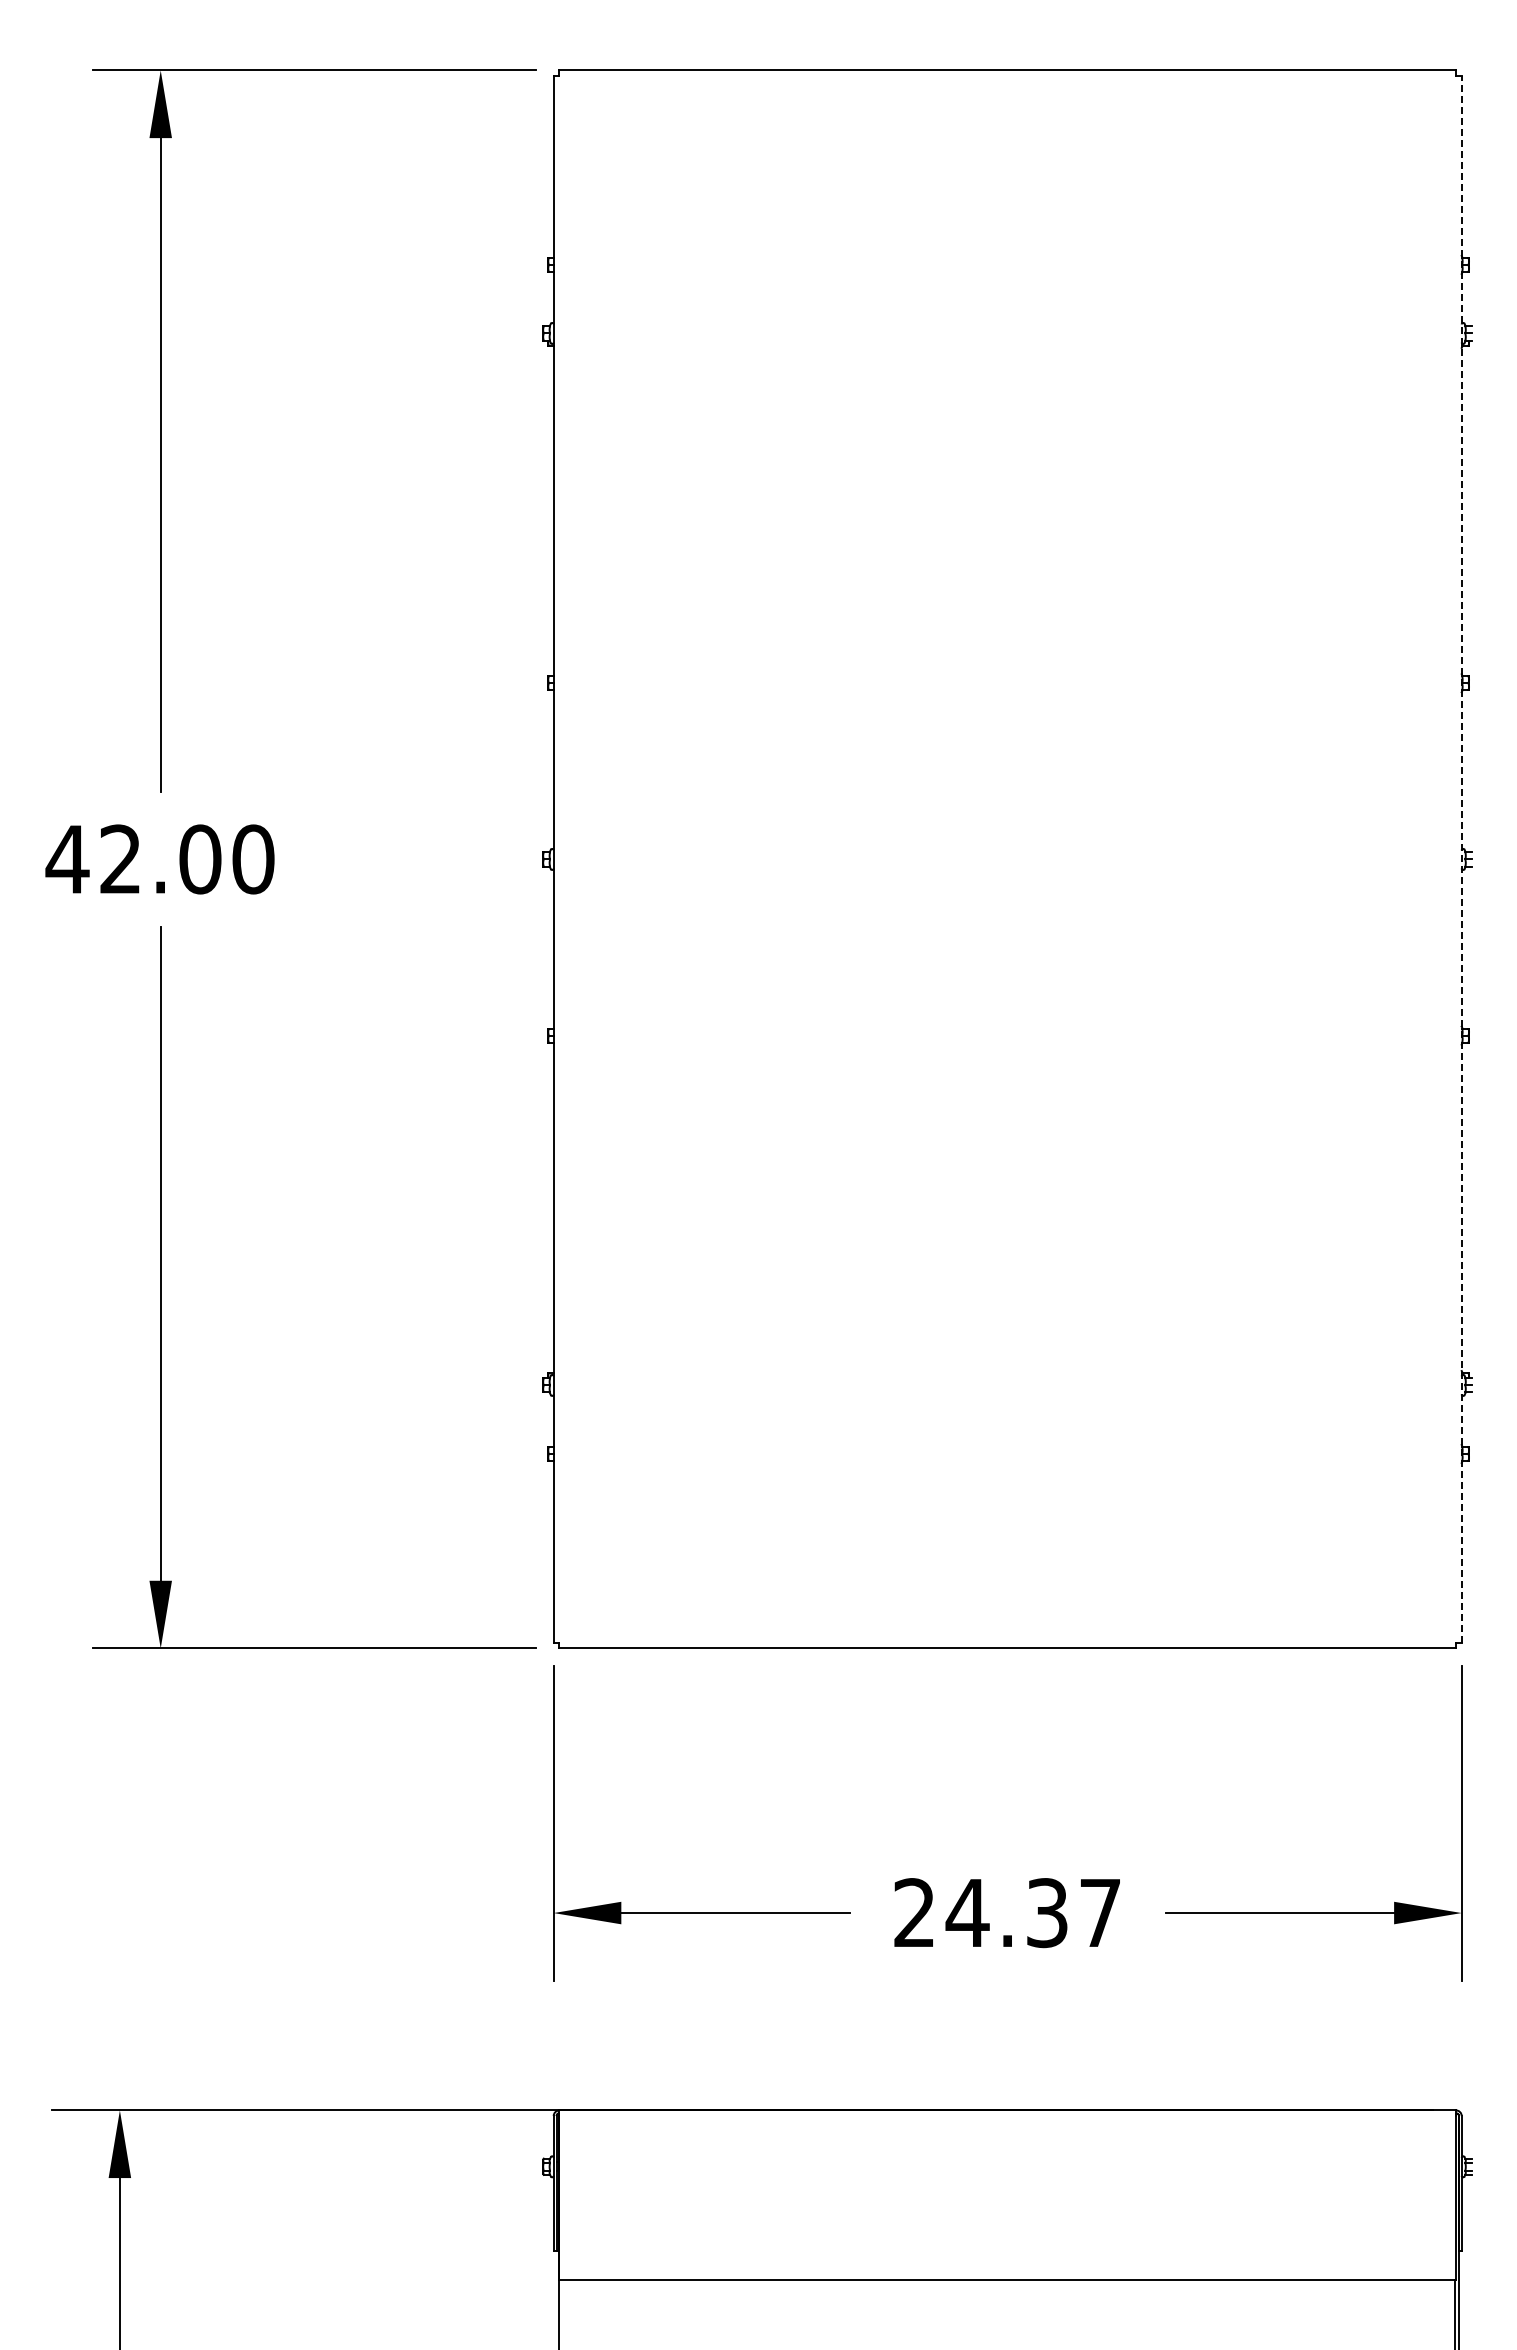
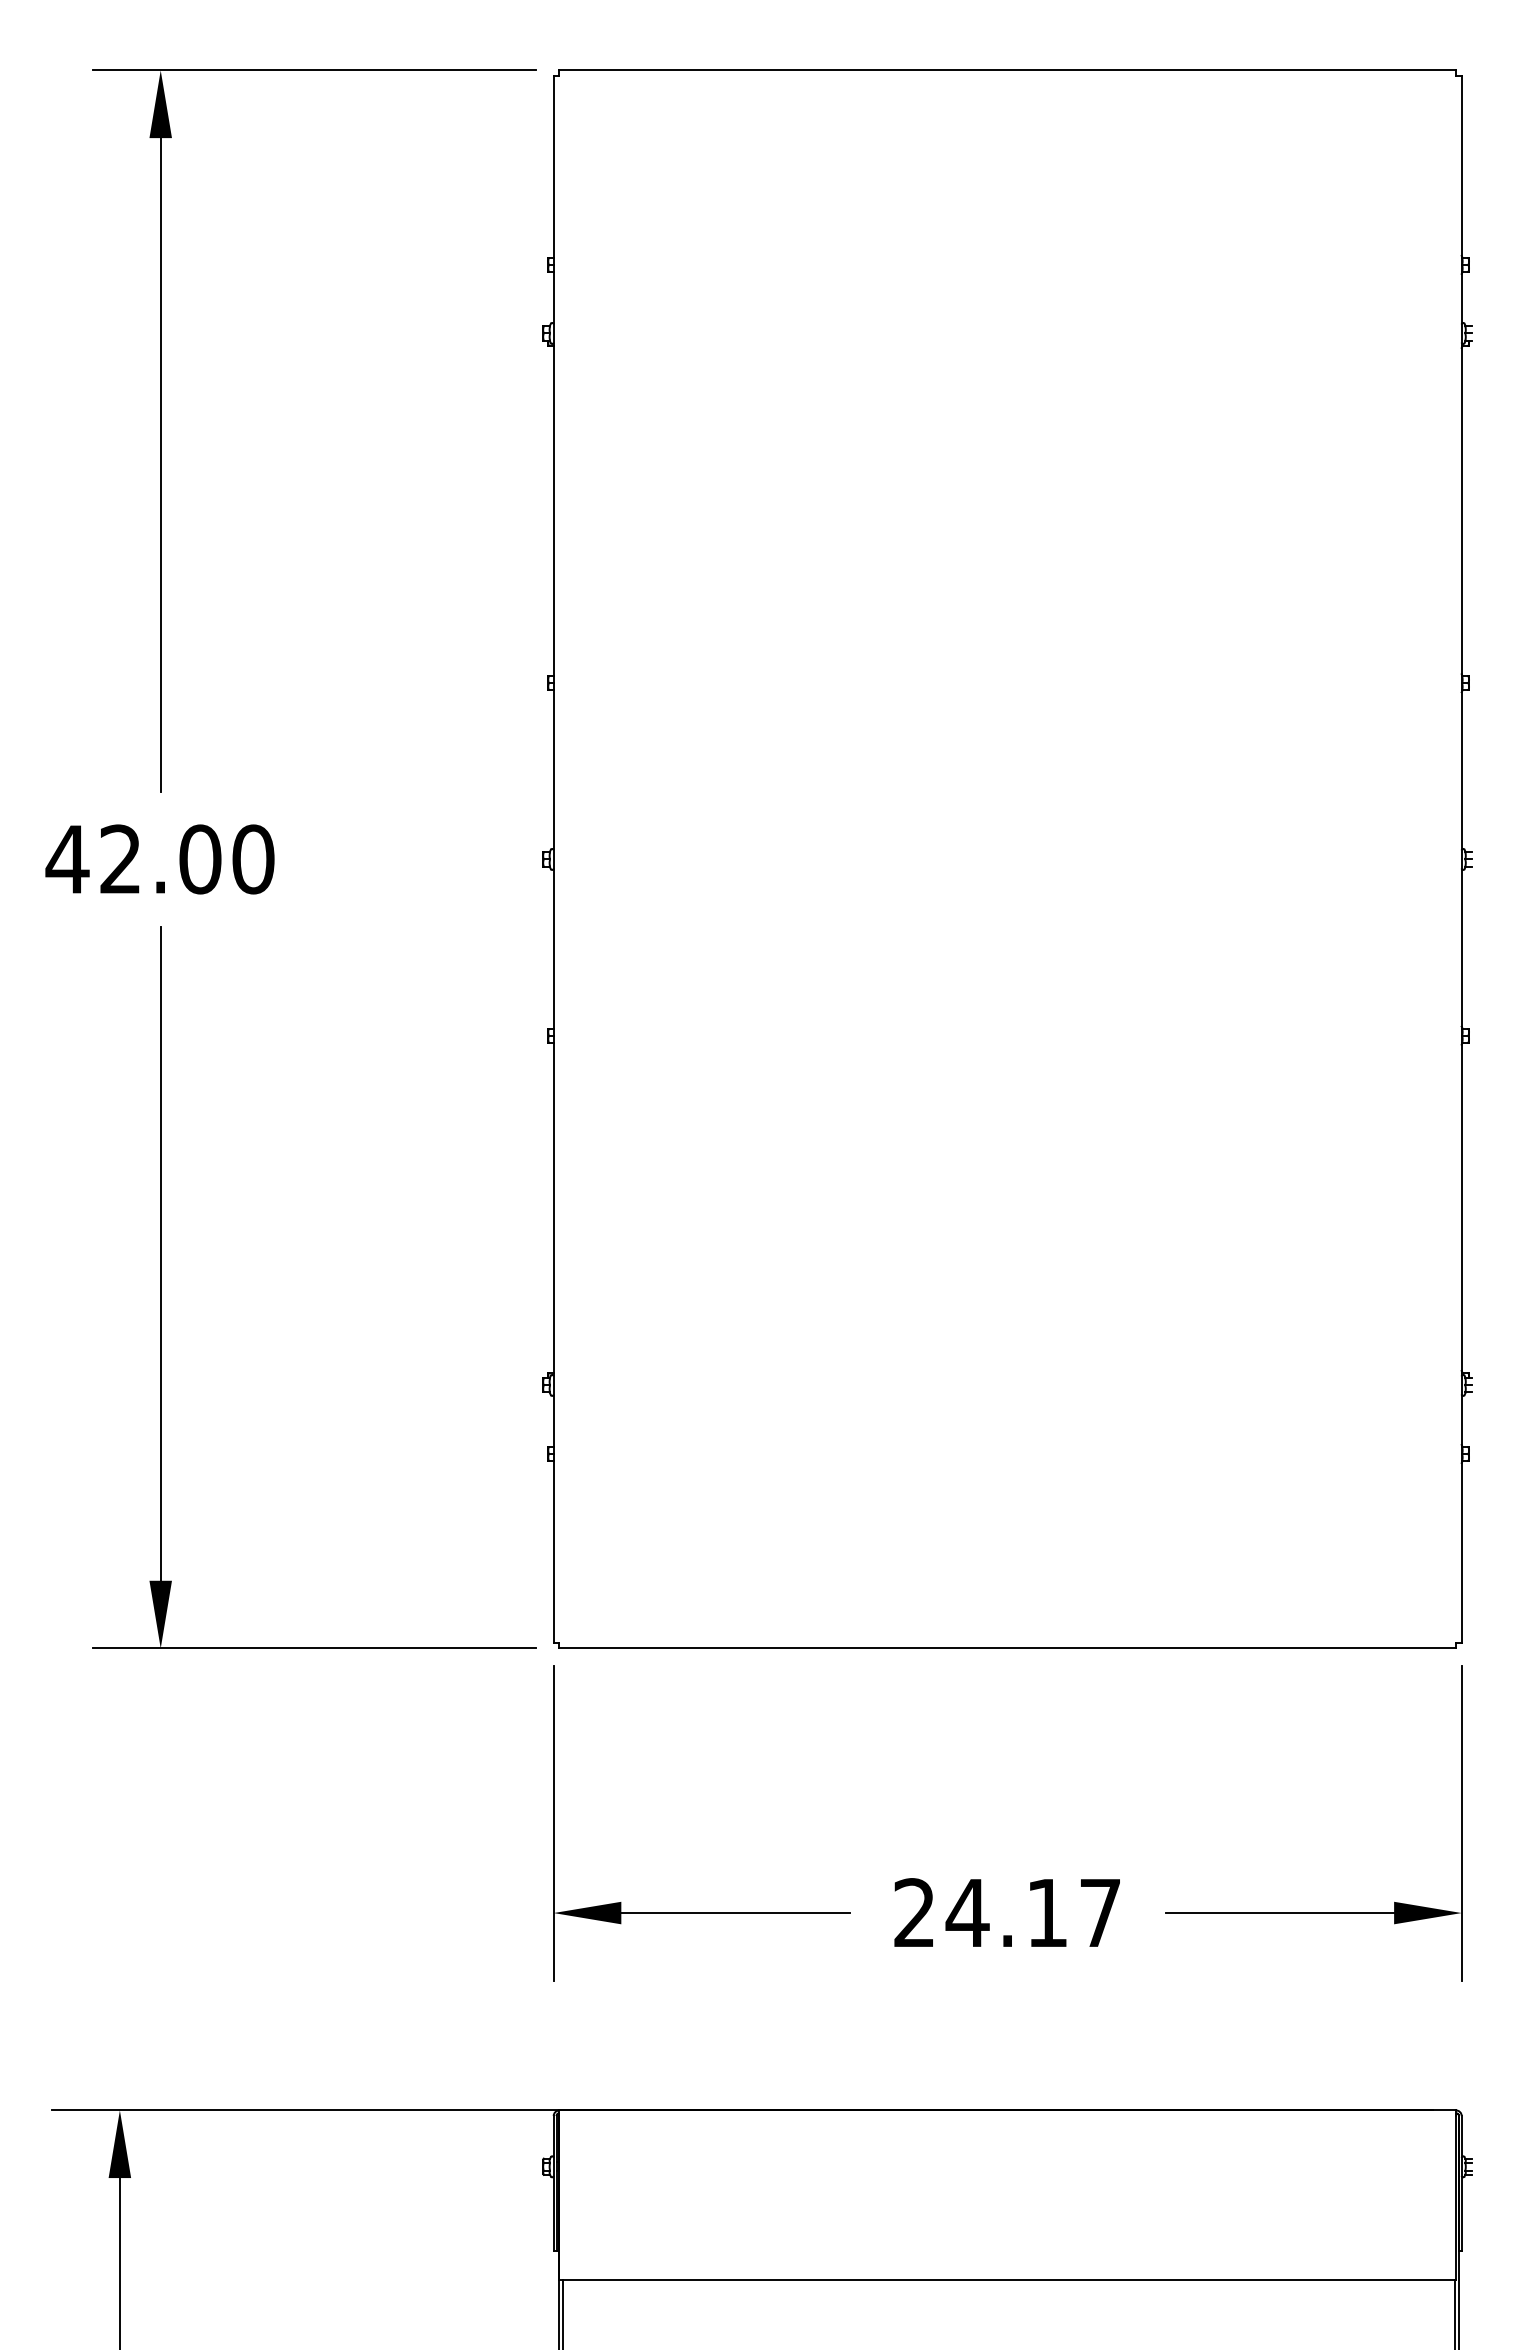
line at (1461, 858): dashed -> solid
text at (1047, 1913): 24.37 -> 24.17
line at (562, 2312): none -> present
